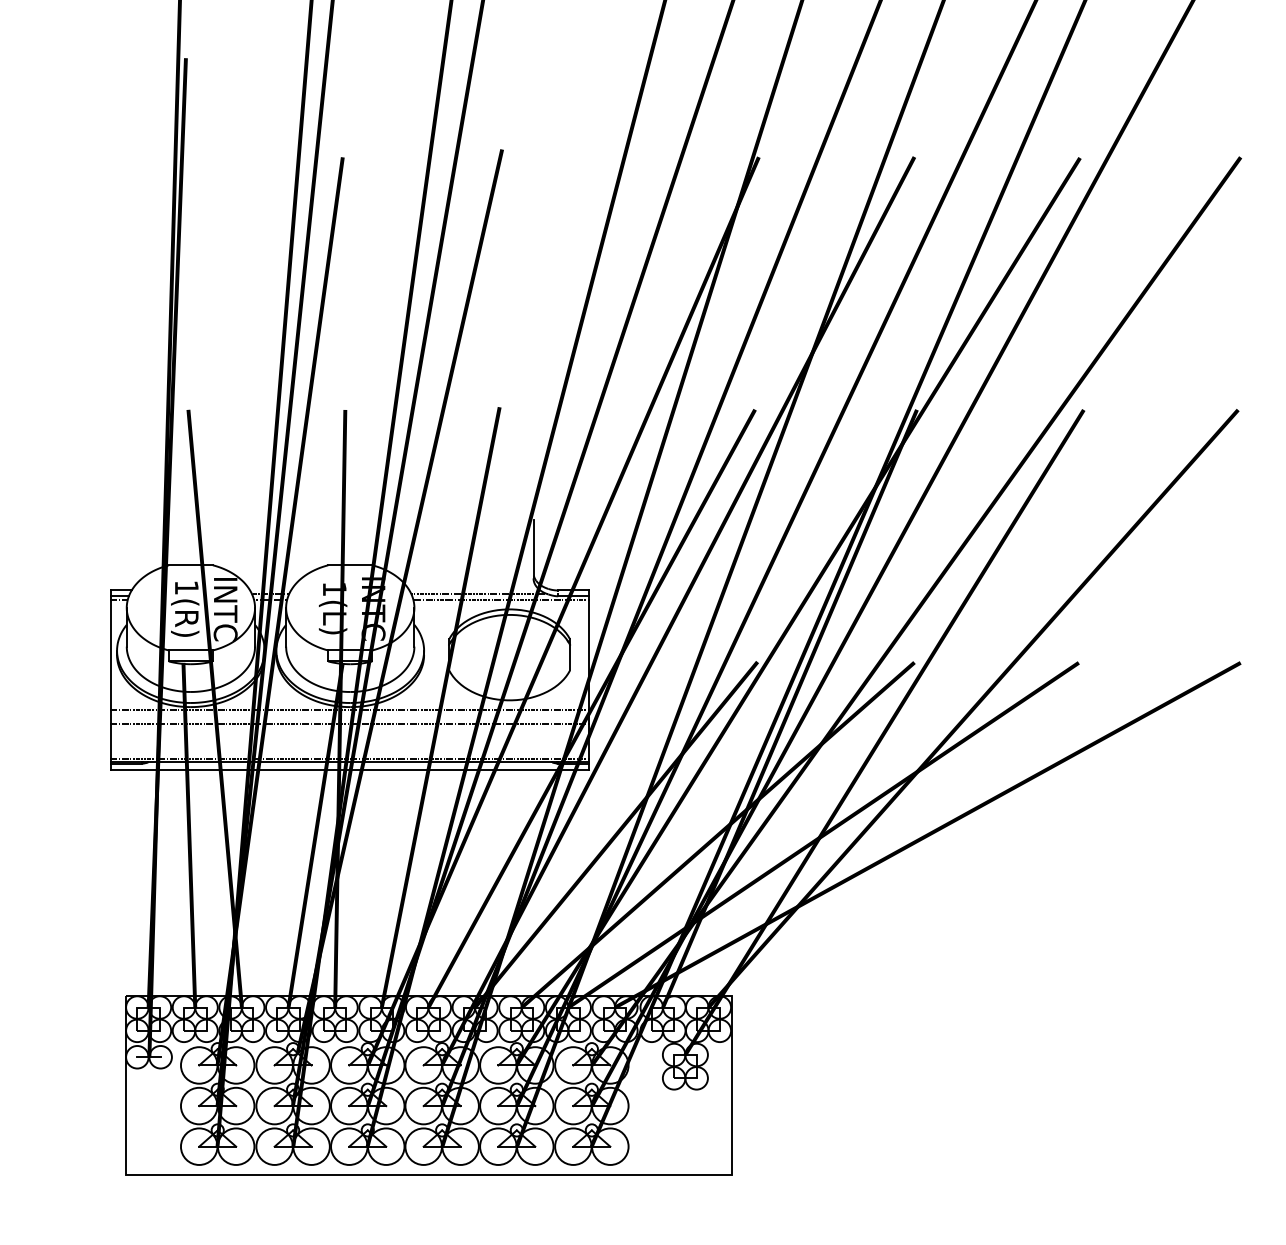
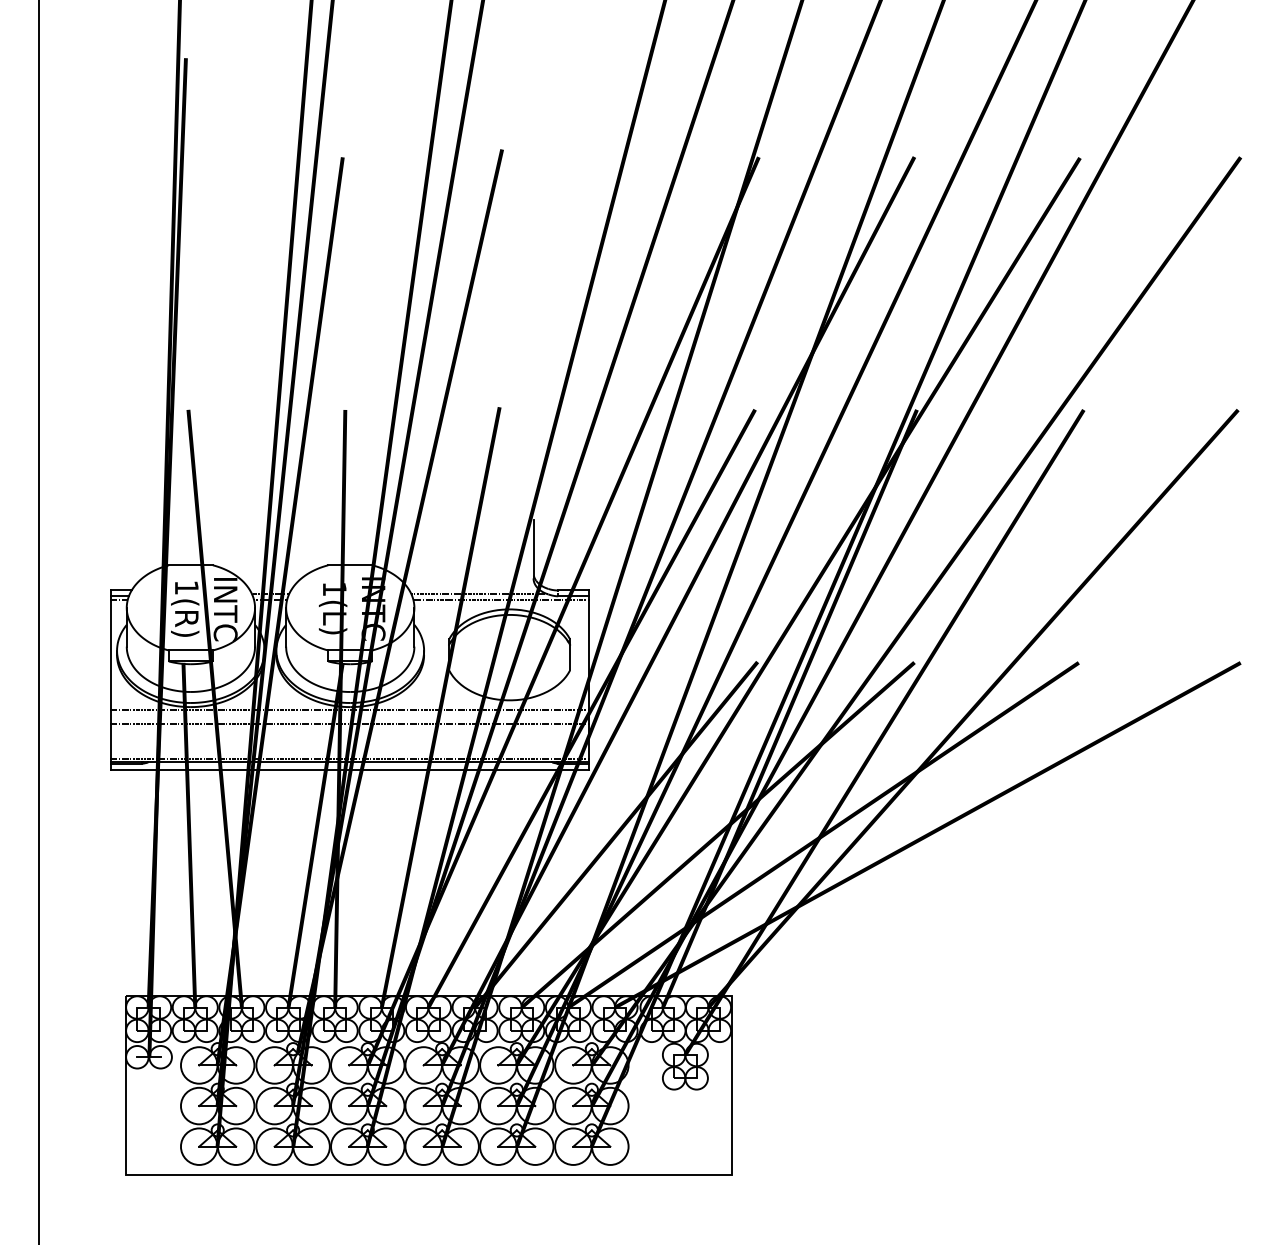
line at (38, 621): none -> present
